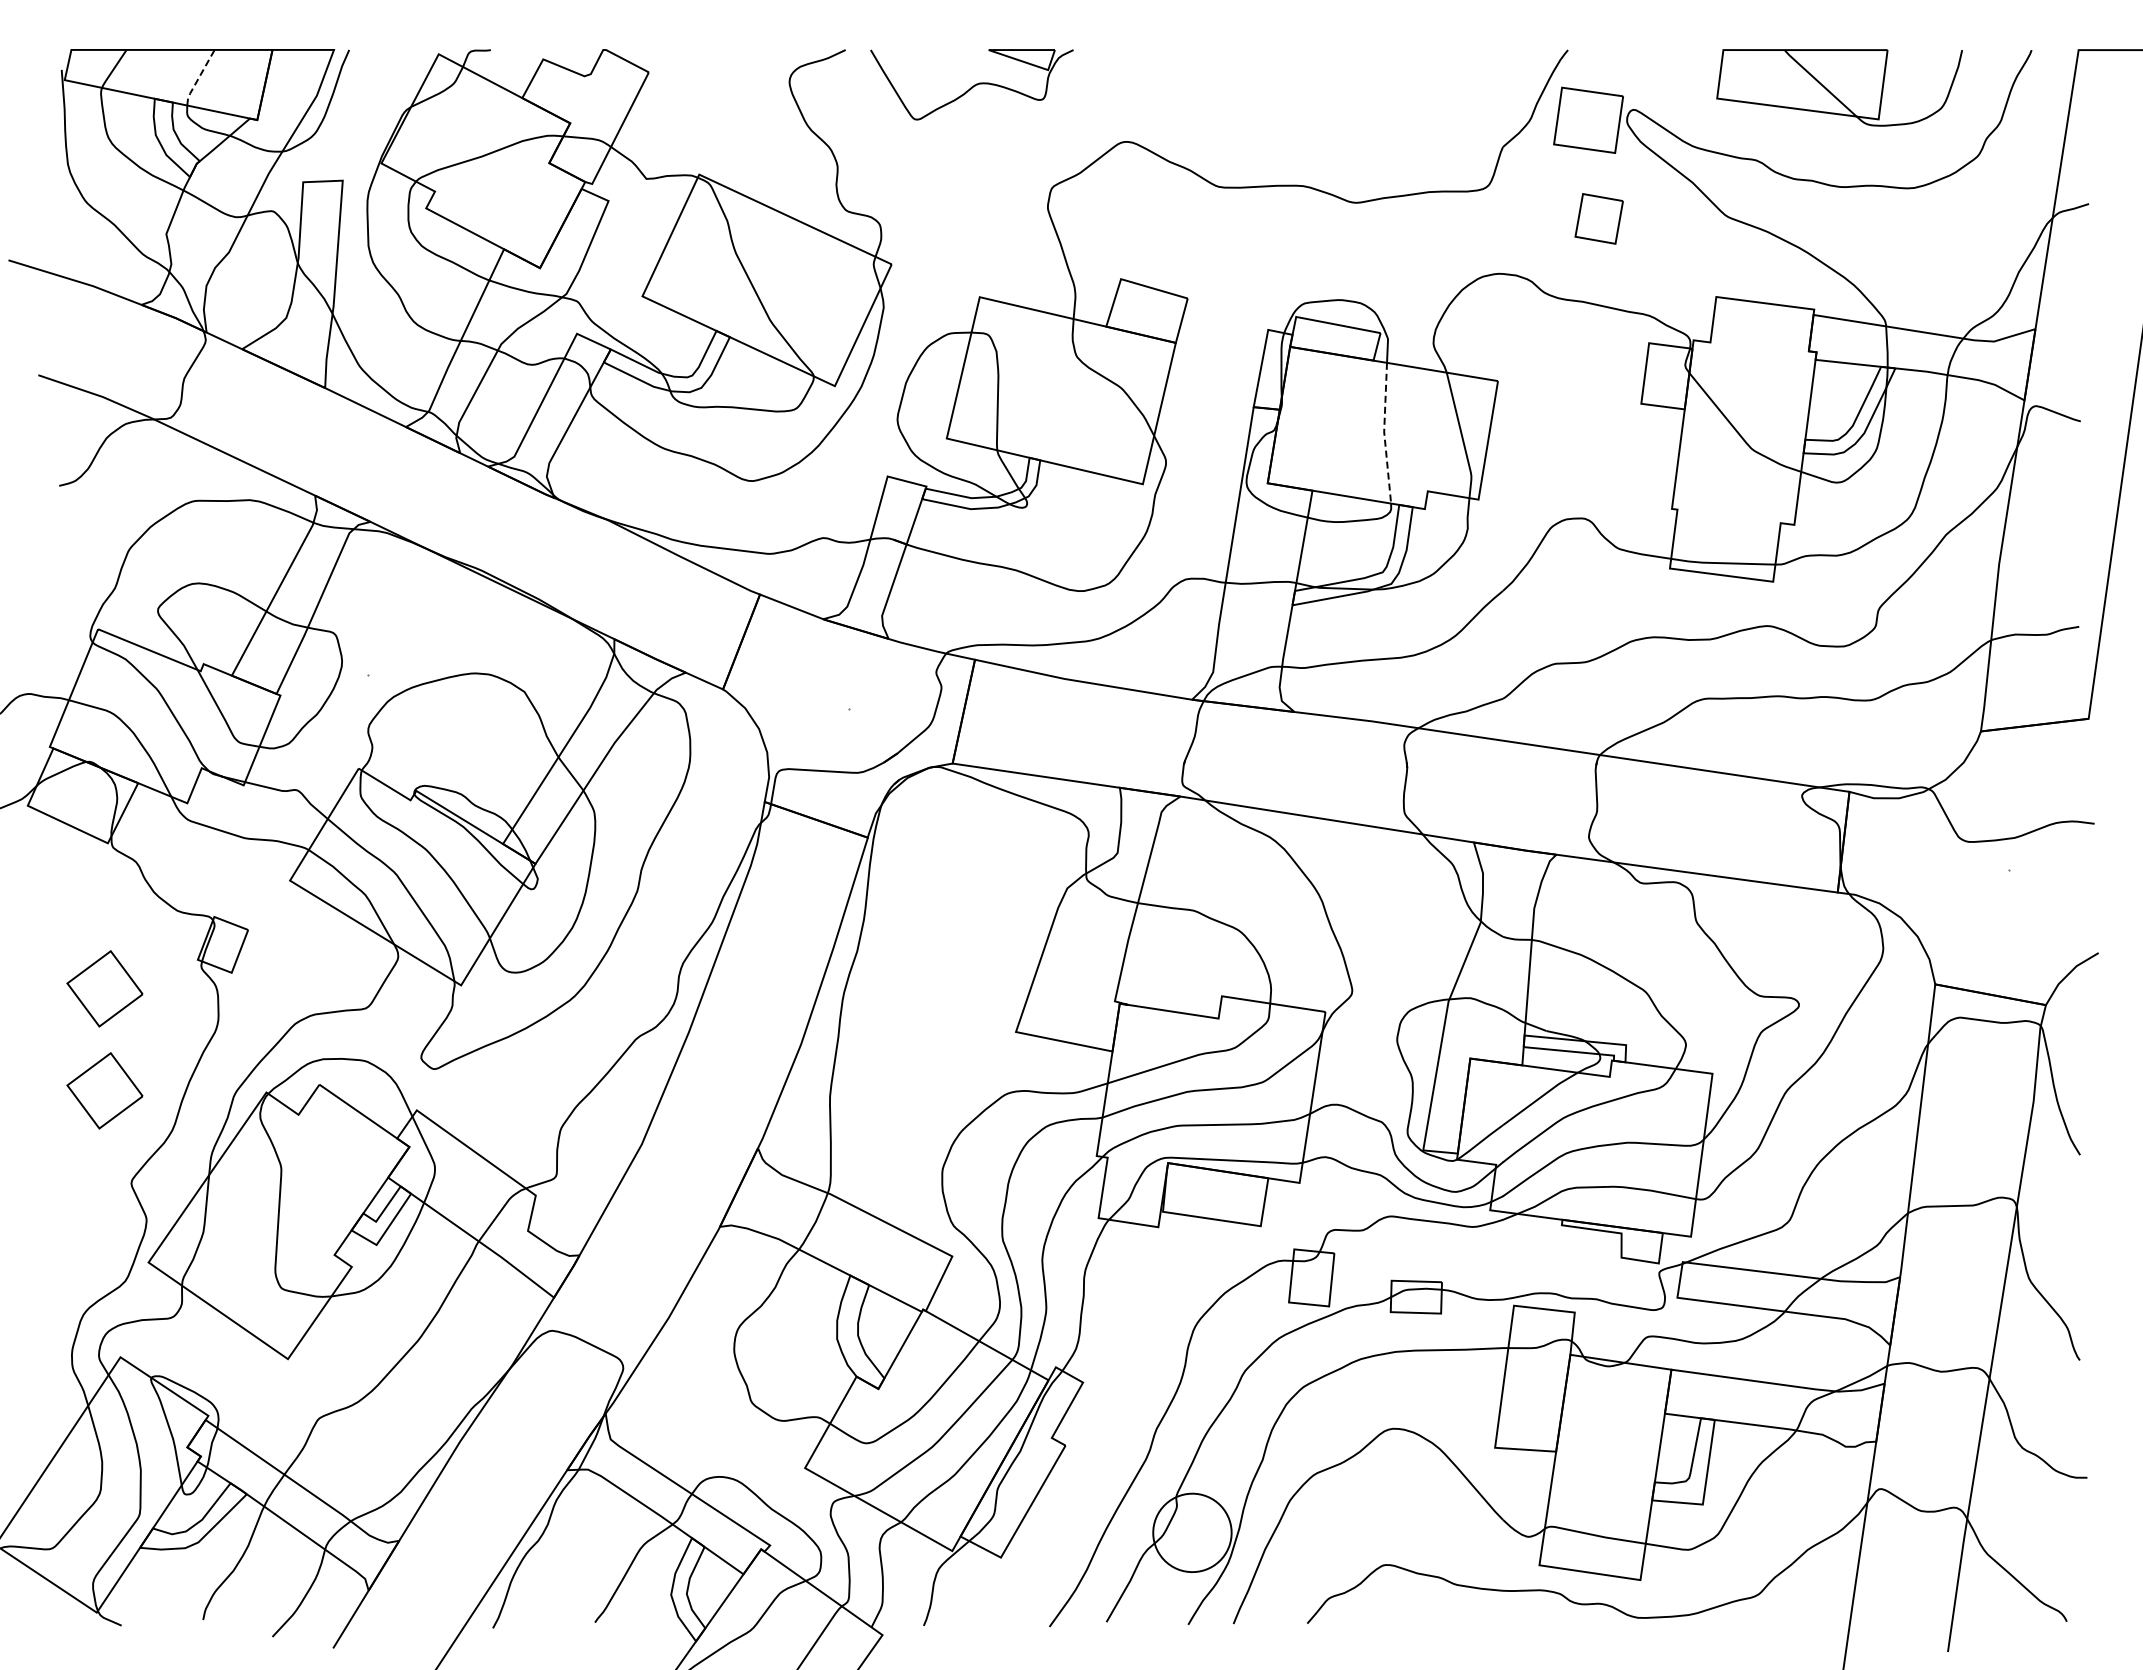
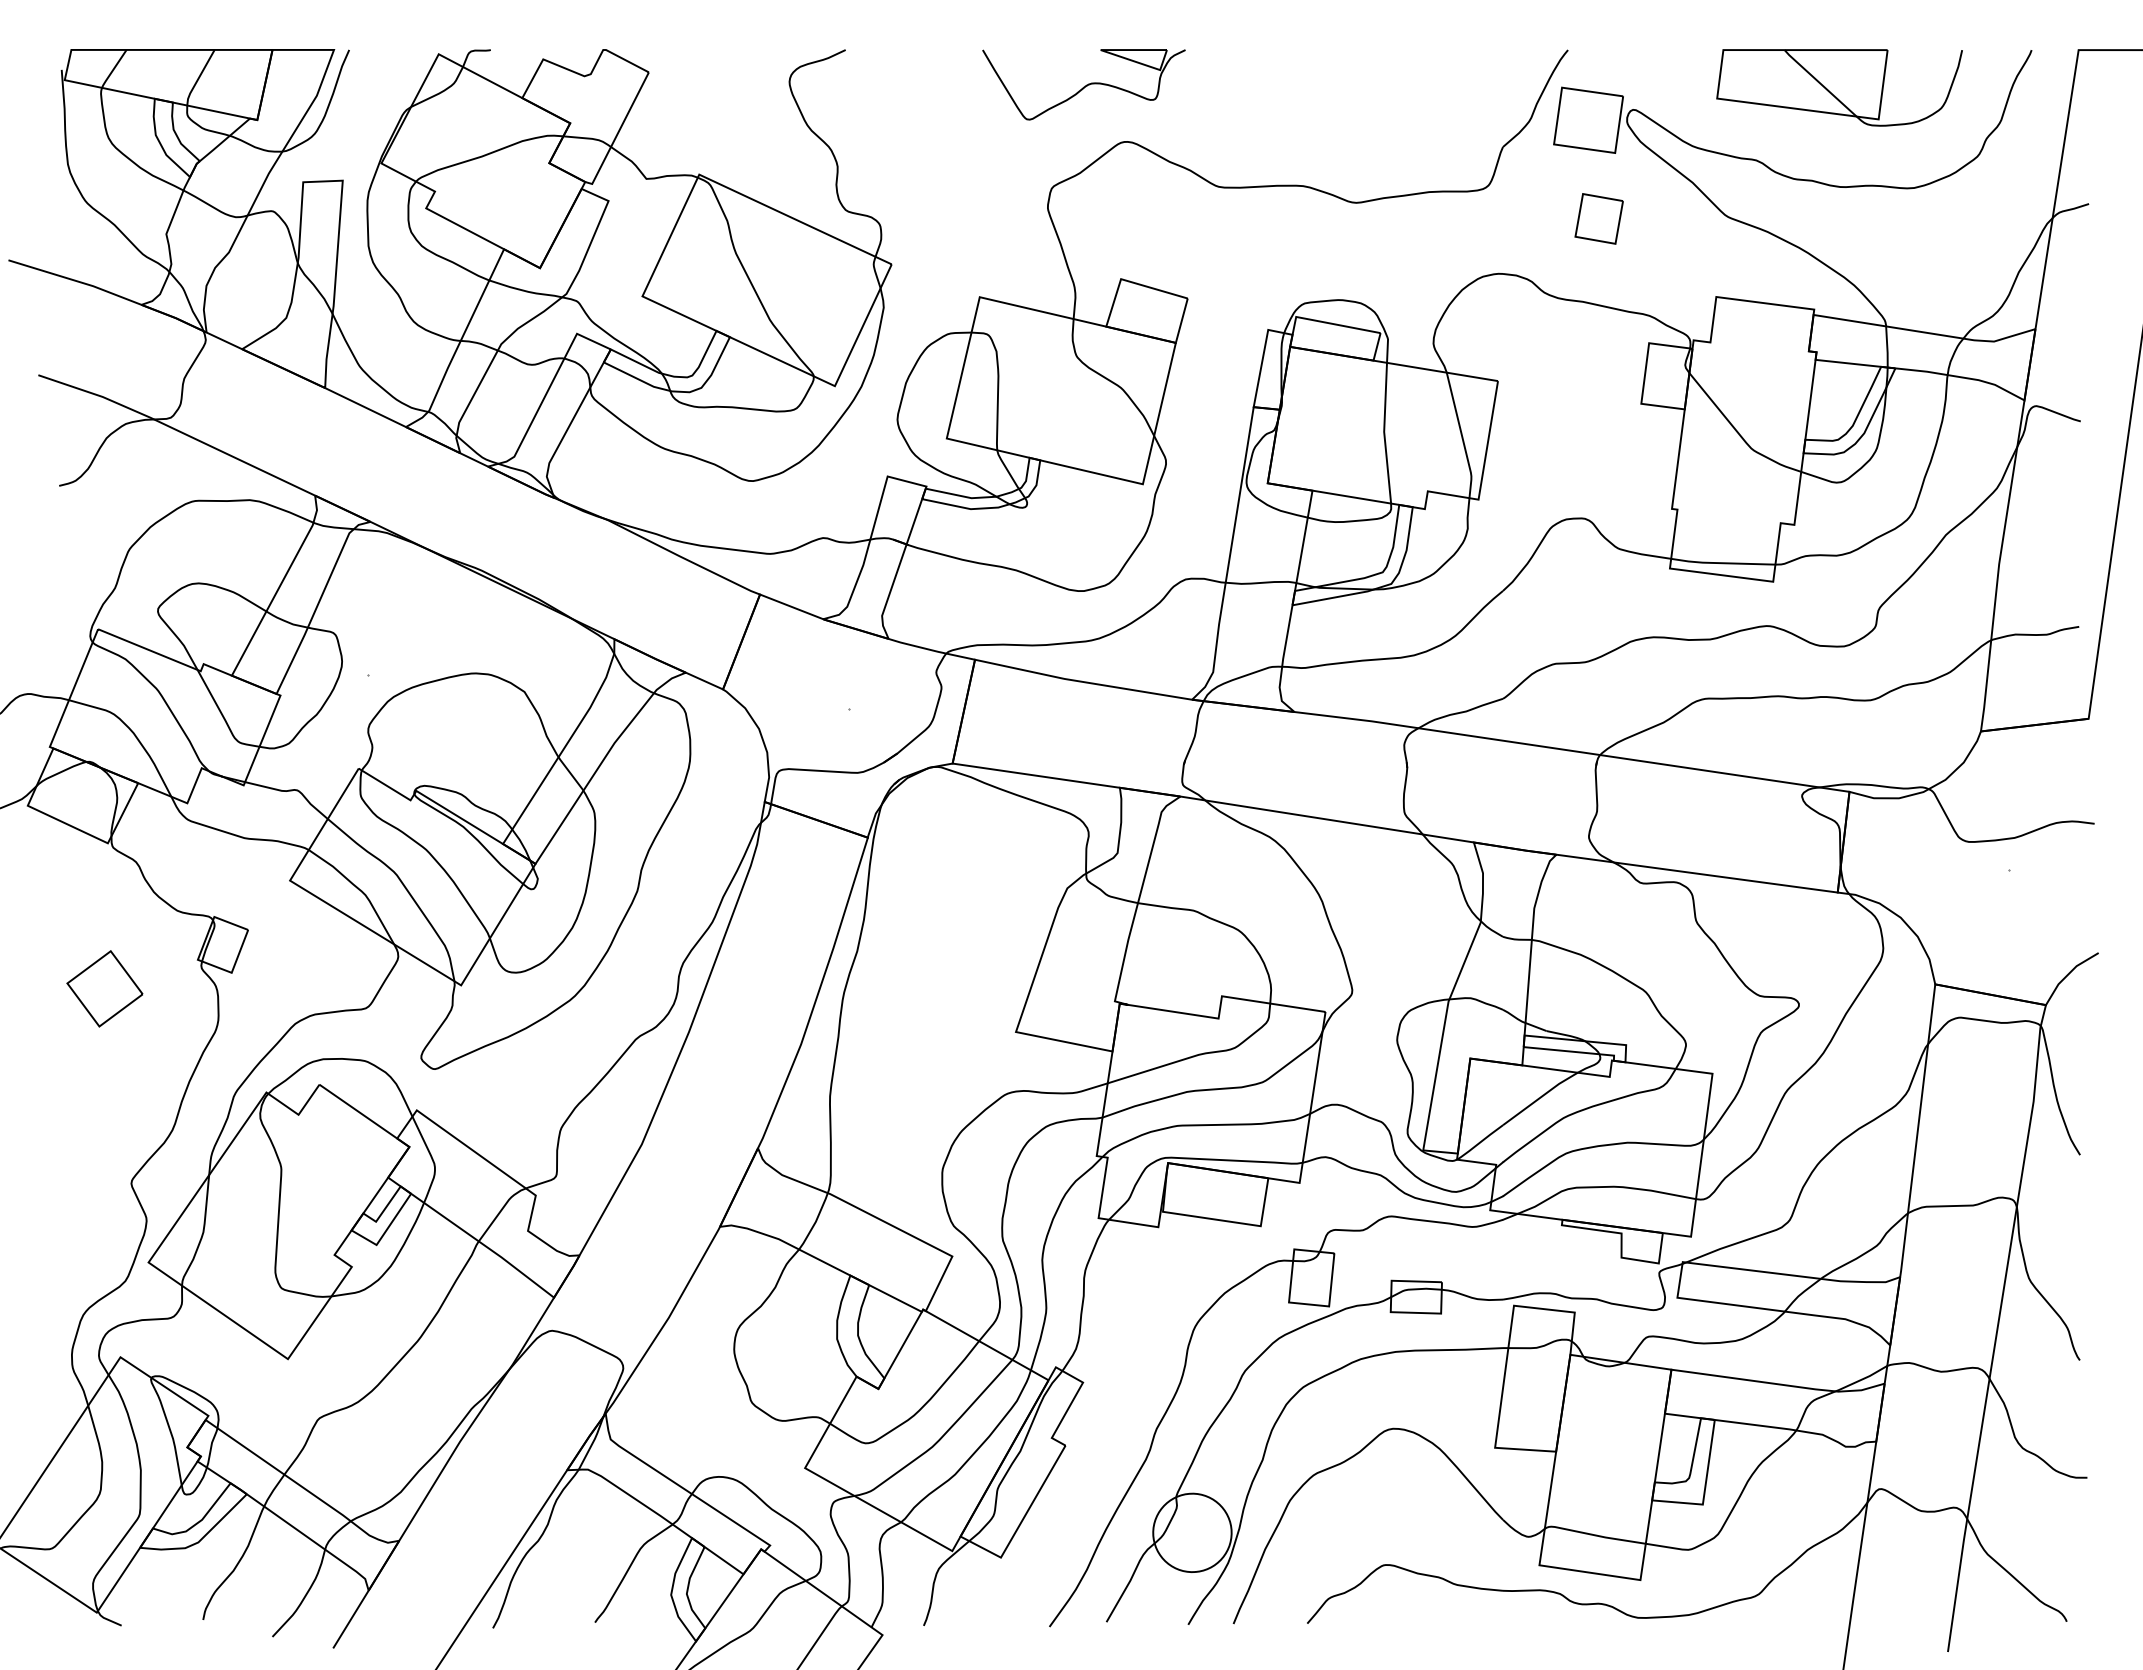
line at (199, 77): dashed -> solid
part at (971, 84) position: (971, 84) -> (1083, 84)
line at (1384, 432): dashed -> solid
part at (104, 1090): present -> none
